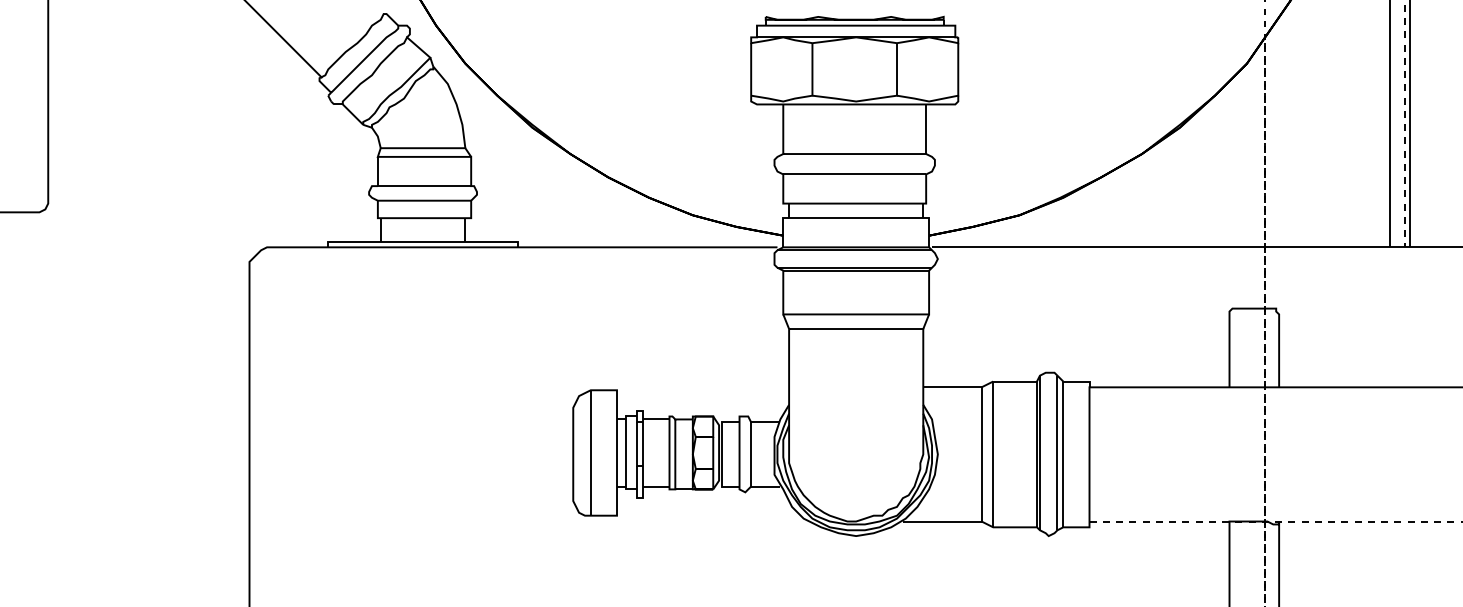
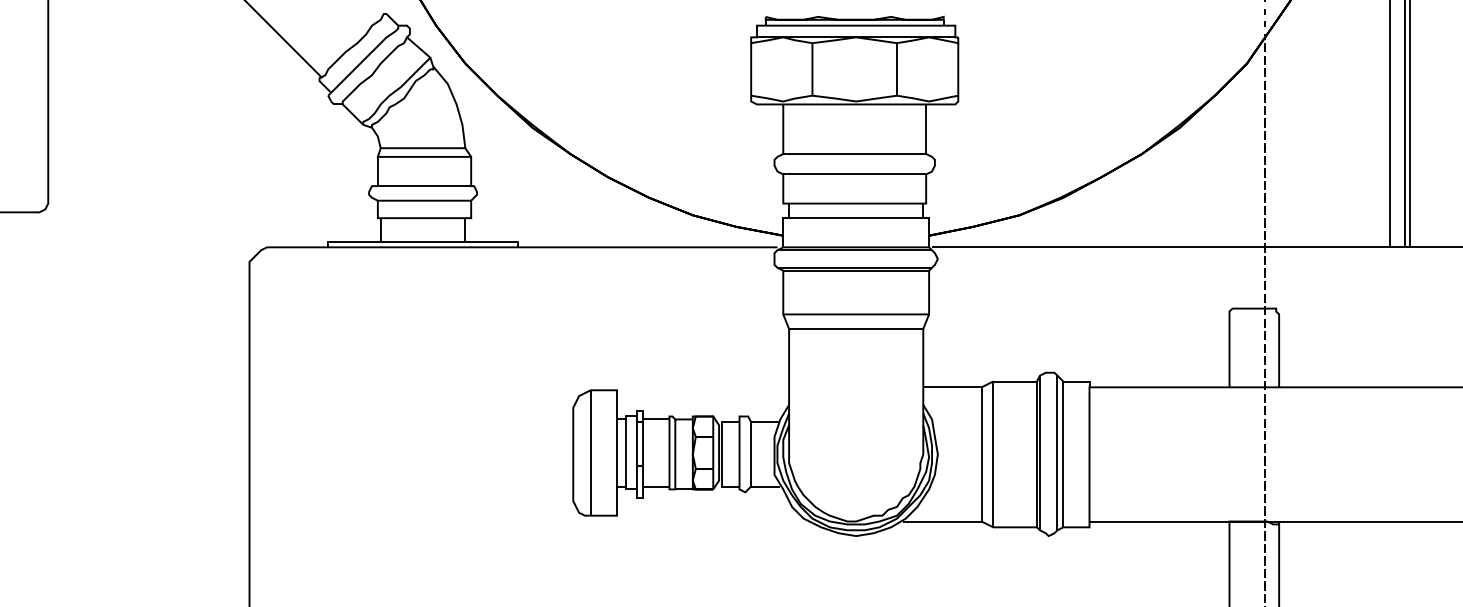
line at (1404, 124): dashed -> solid
line at (1276, 521): dashed -> solid
